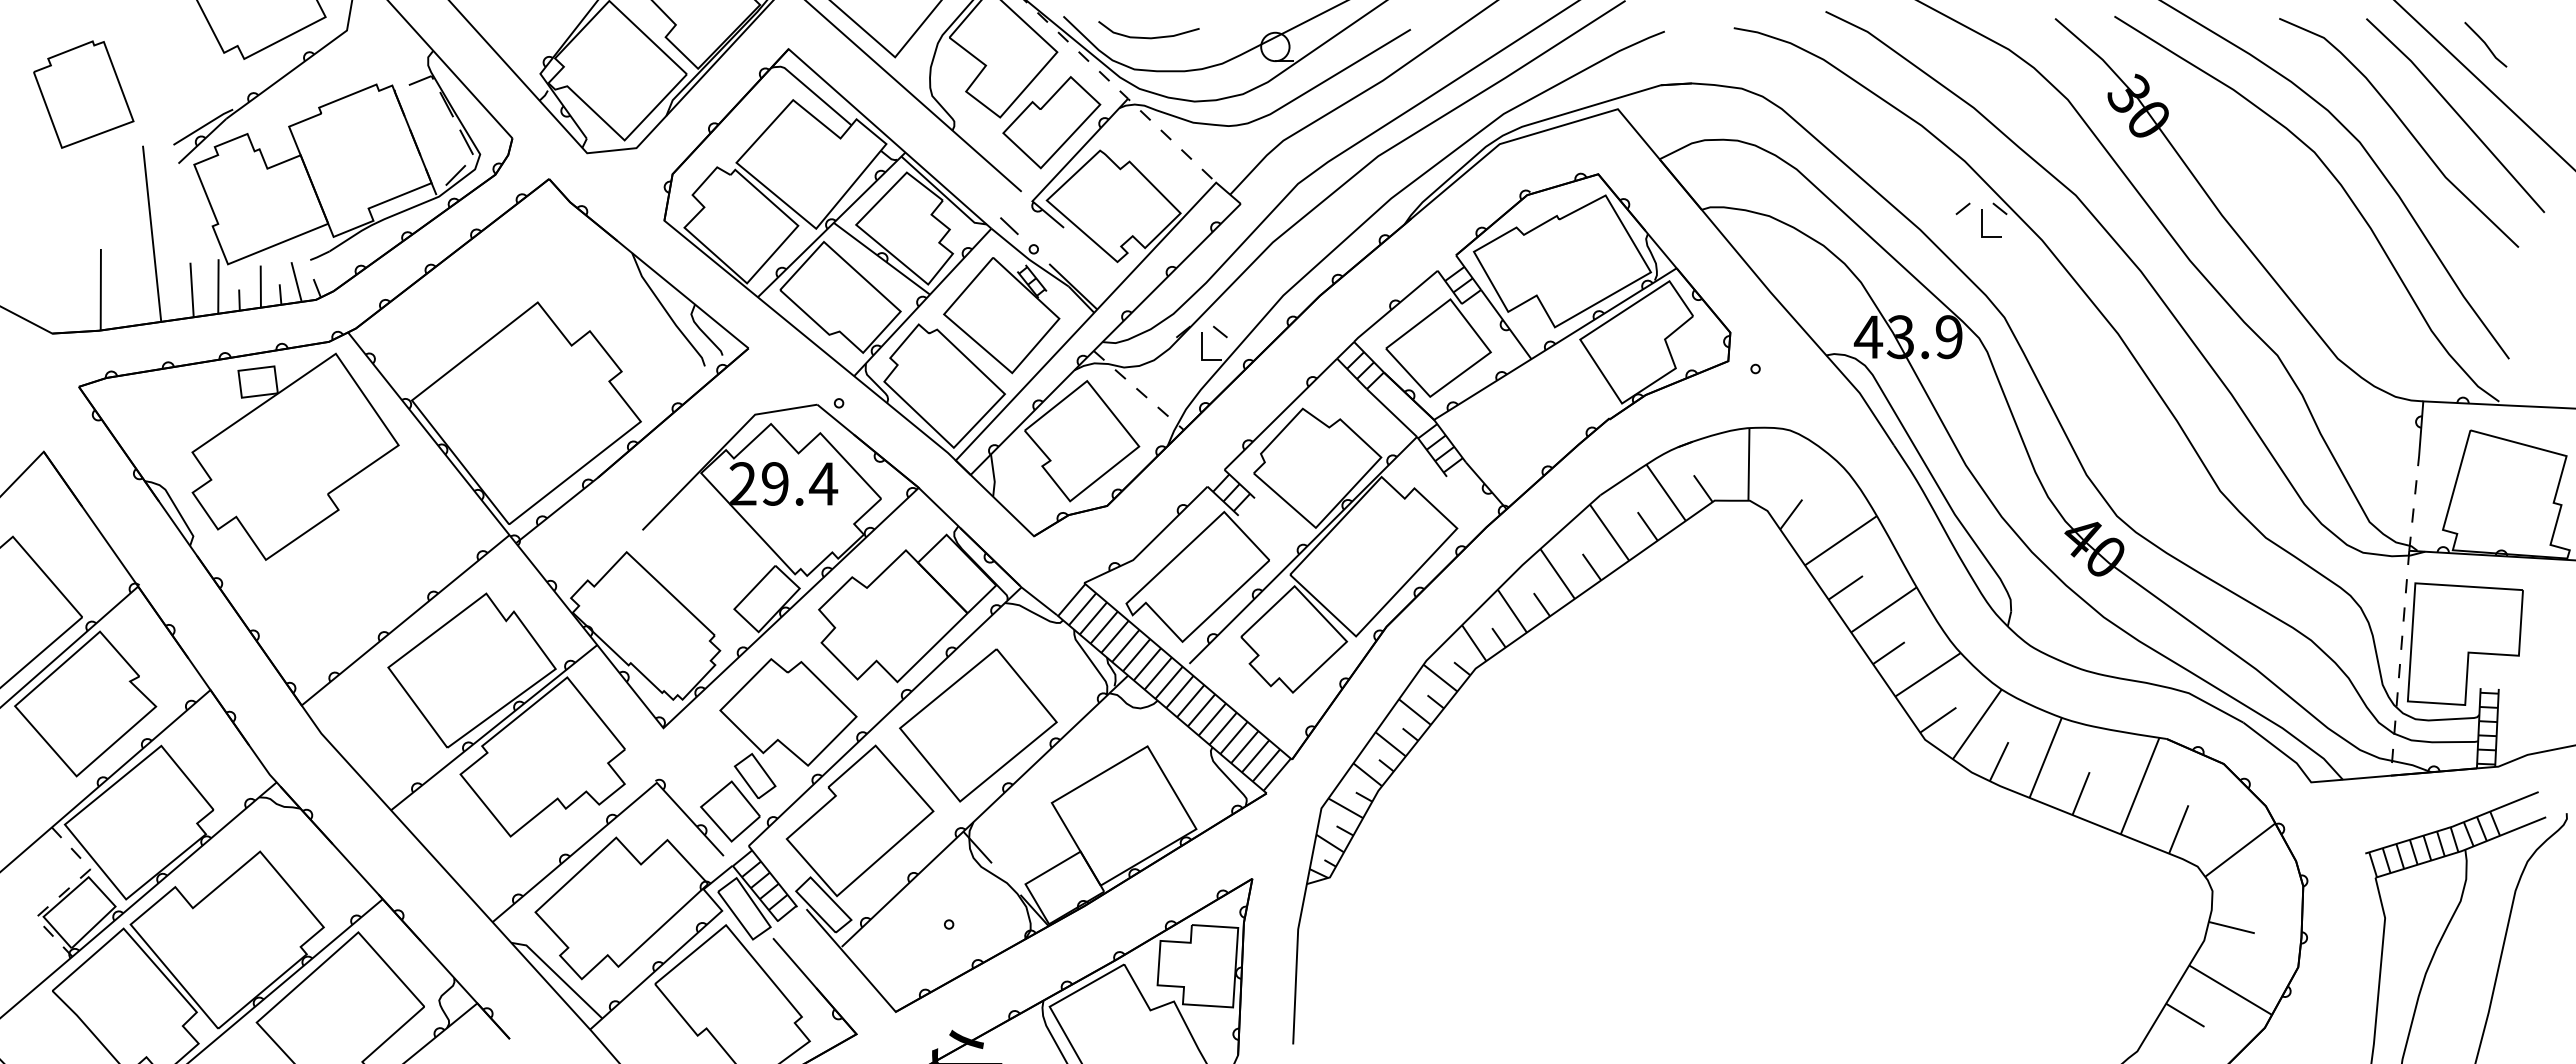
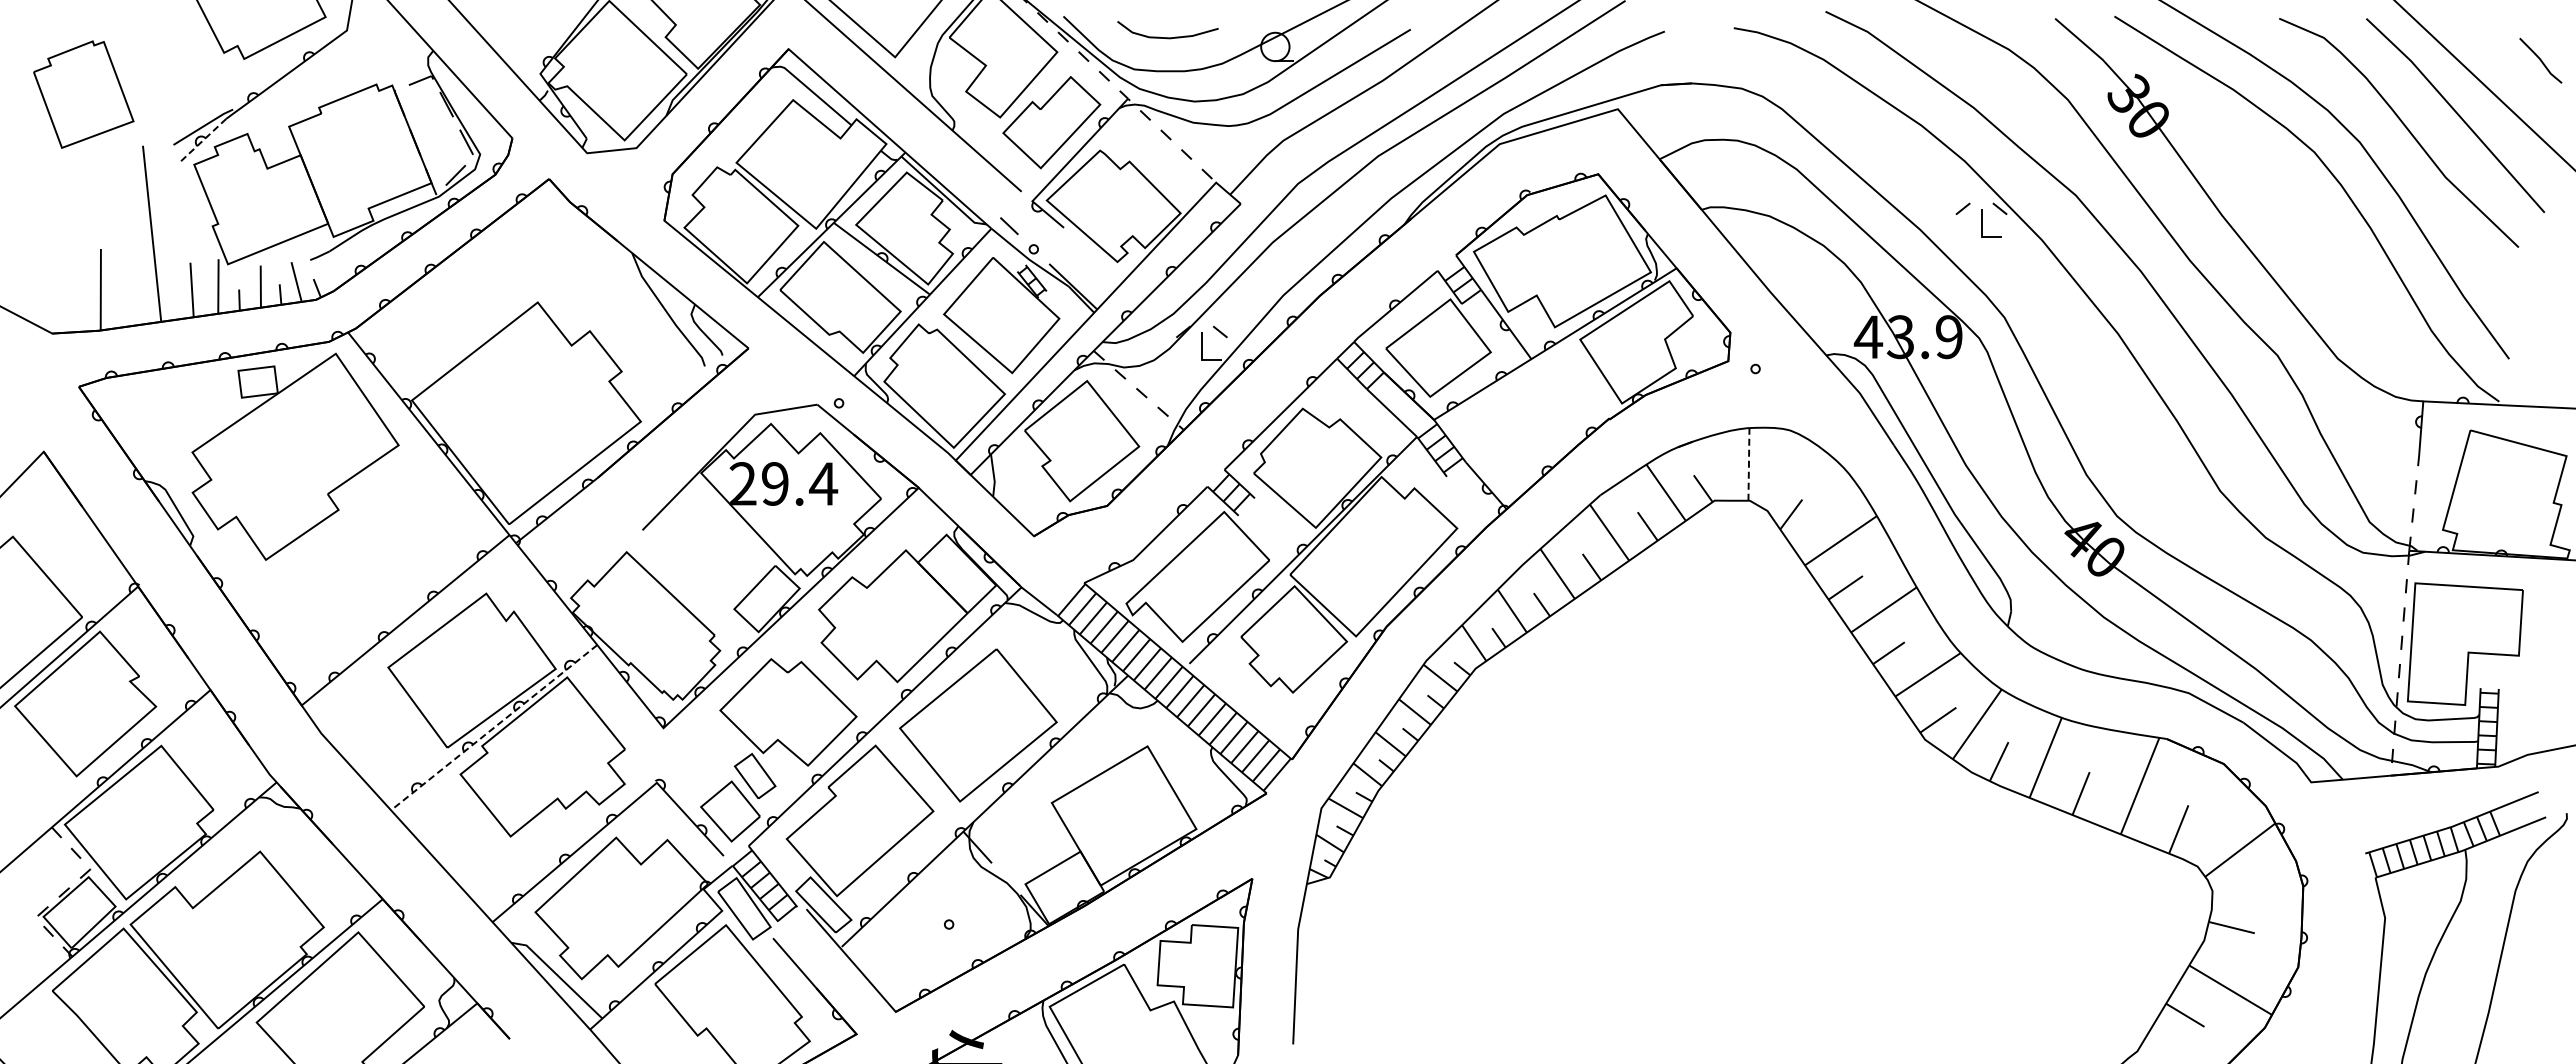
curve at (1148, 37) position: (1148, 37) -> (1167, 37)
curve at (2485, 44) position: (2485, 44) -> (2540, 60)
line at (202, 141): solid -> dashed
line at (1748, 463): solid -> dashed
line at (493, 728): solid -> dashed
